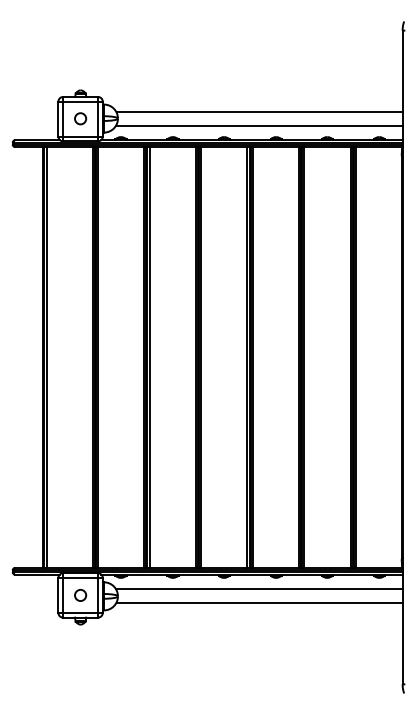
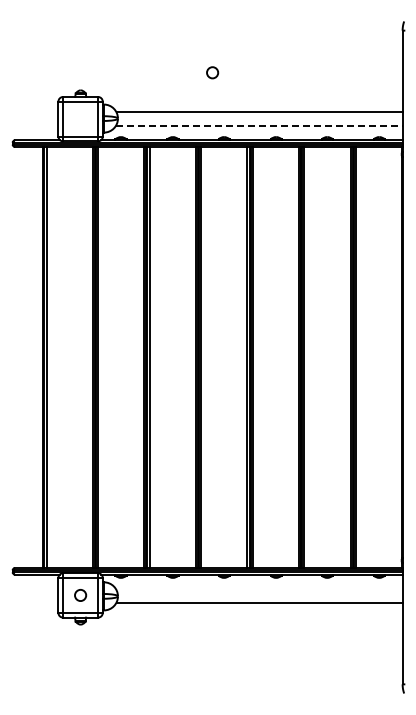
circle at (80, 118) position: (80, 118) -> (212, 72)
line at (259, 126): solid -> dashed
line at (258, 588): present -> none
